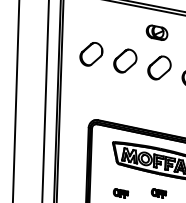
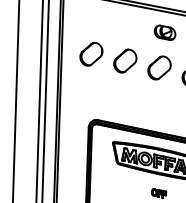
part at (156, 32) position: (156, 32) -> (164, 32)
line at (39, 100): none -> present
part at (120, 193): present -> none
